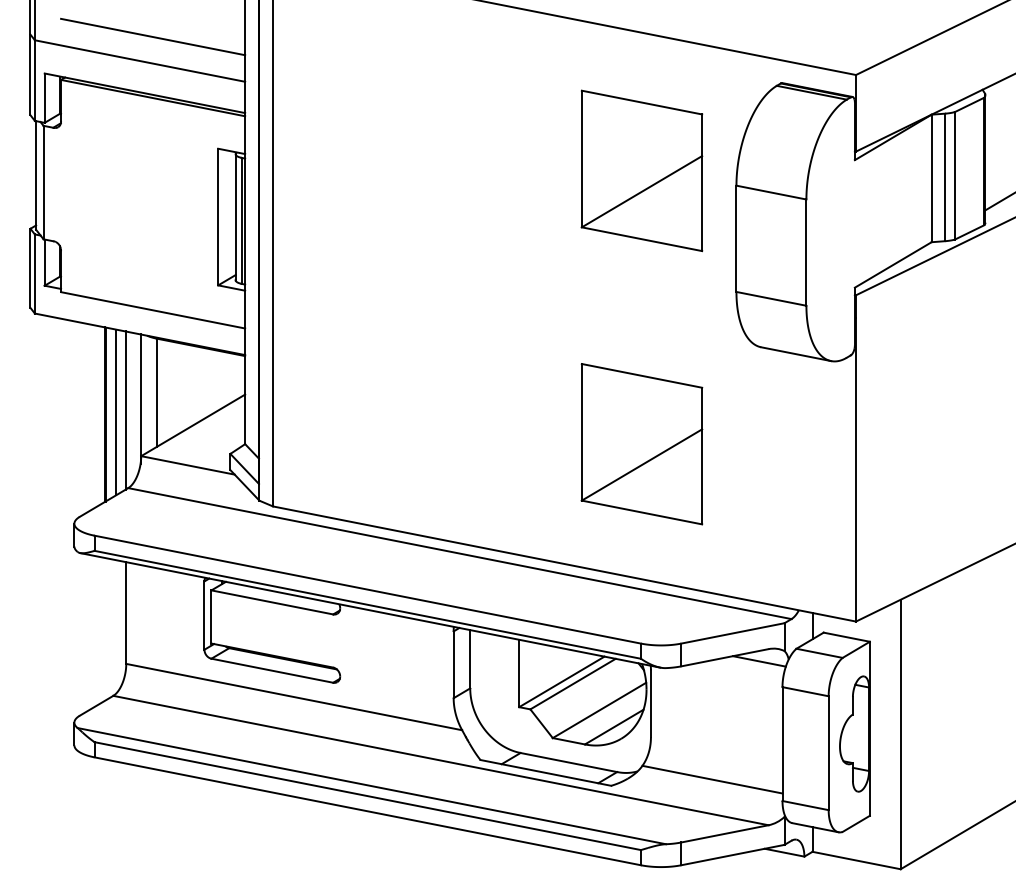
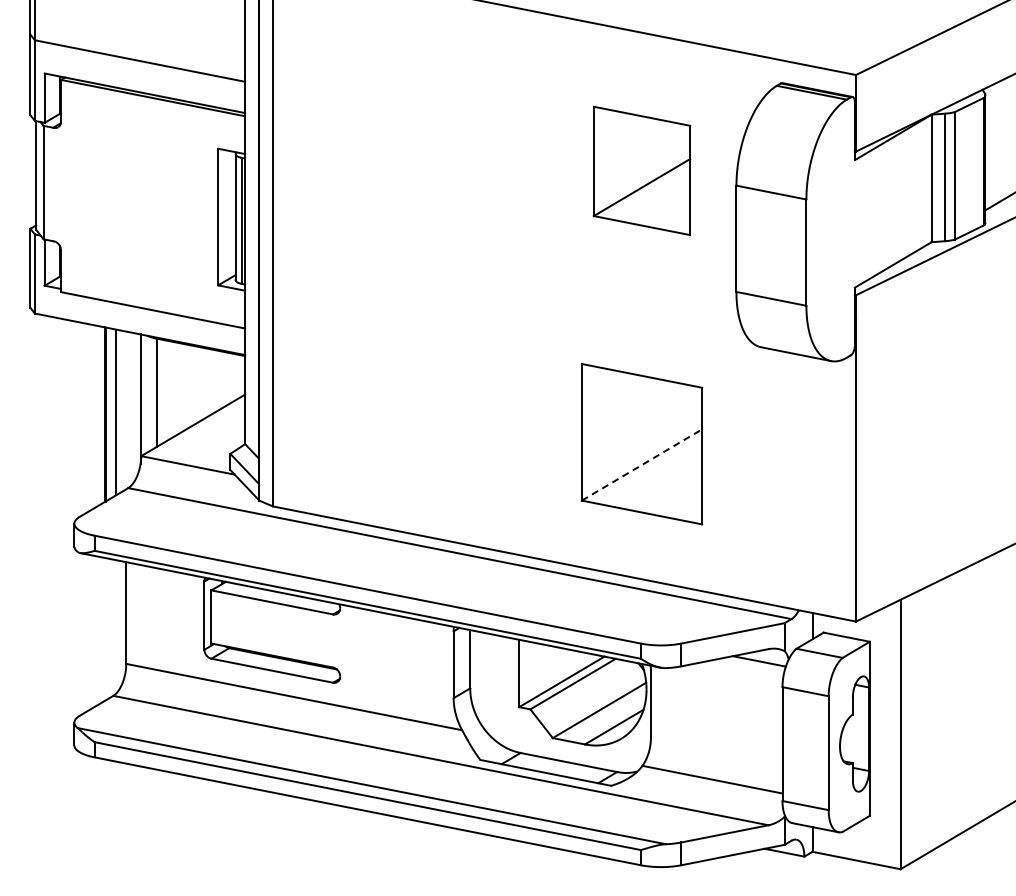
line at (153, 36): present -> none
part at (641, 170) size: 124x164 px -> 100x132 px
line at (125, 410): present -> none
line at (642, 464): solid -> dashed
